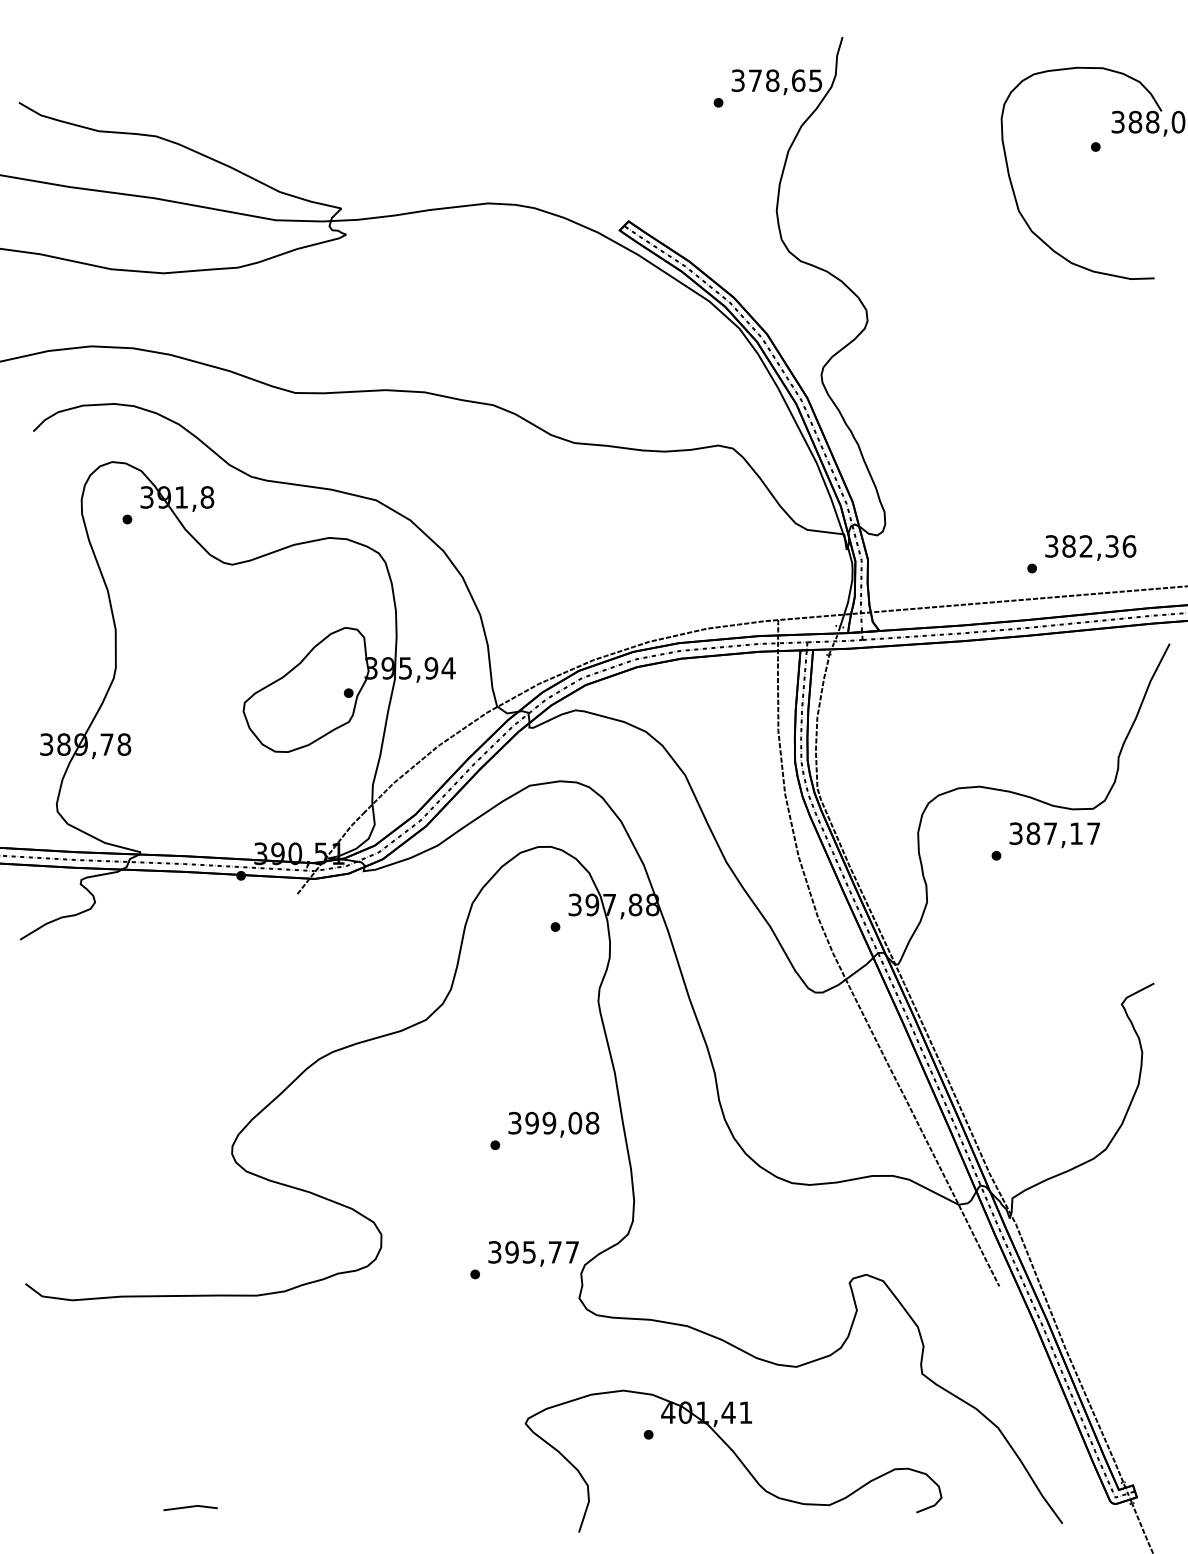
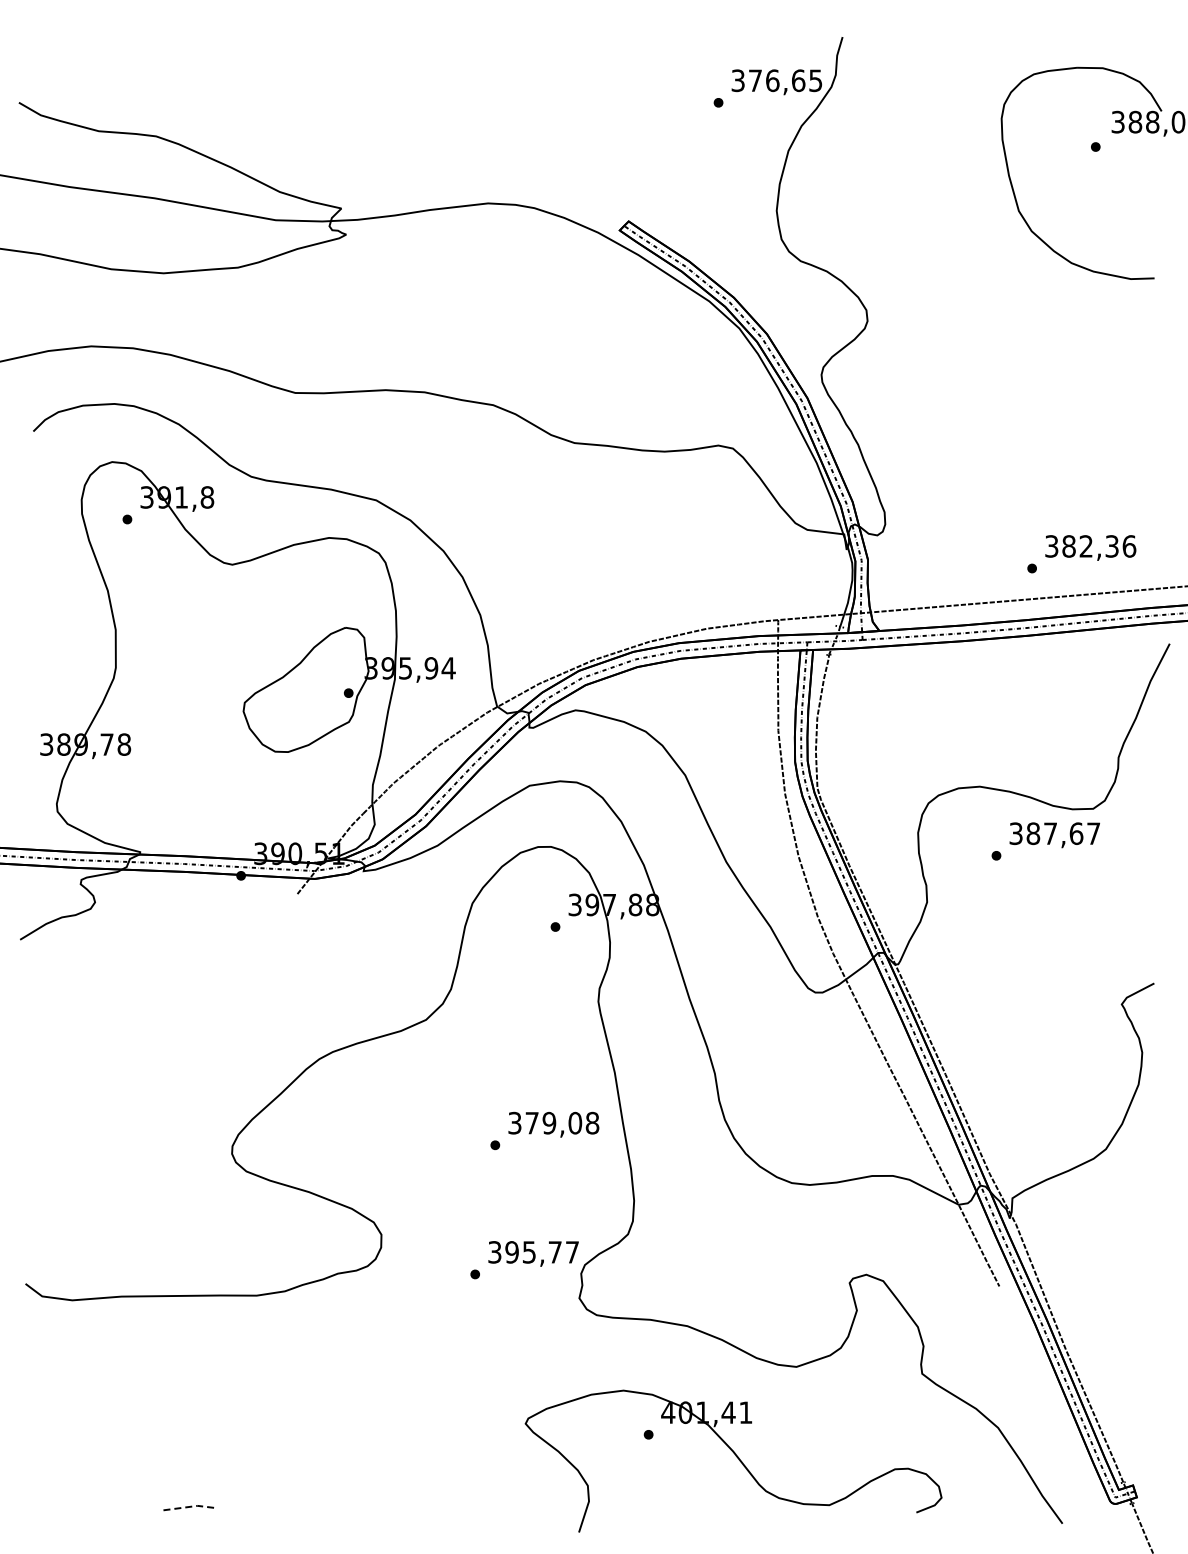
text at (772, 80): 378,65 -> 376,65
text at (1076, 833): 387,17 -> 387,67
text at (531, 1122): 399,08 -> 379,08
line at (191, 1506): solid -> dashed
